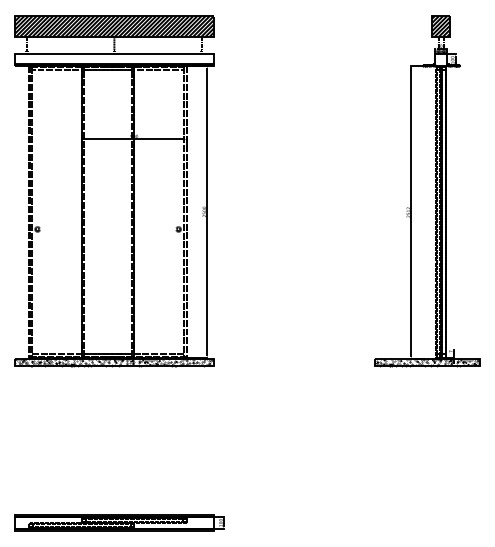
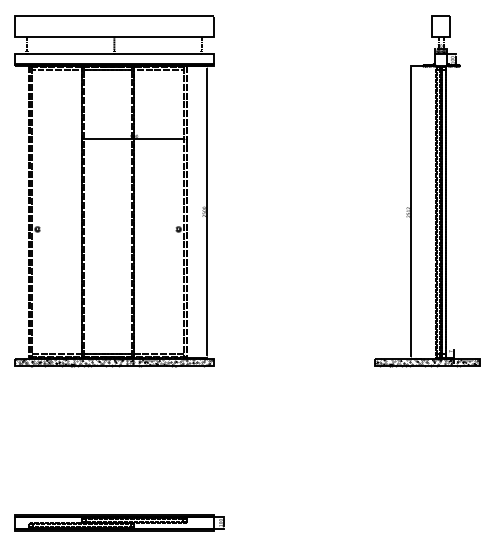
hatch at (114, 26): present -> none
hatch at (441, 26): present -> none
